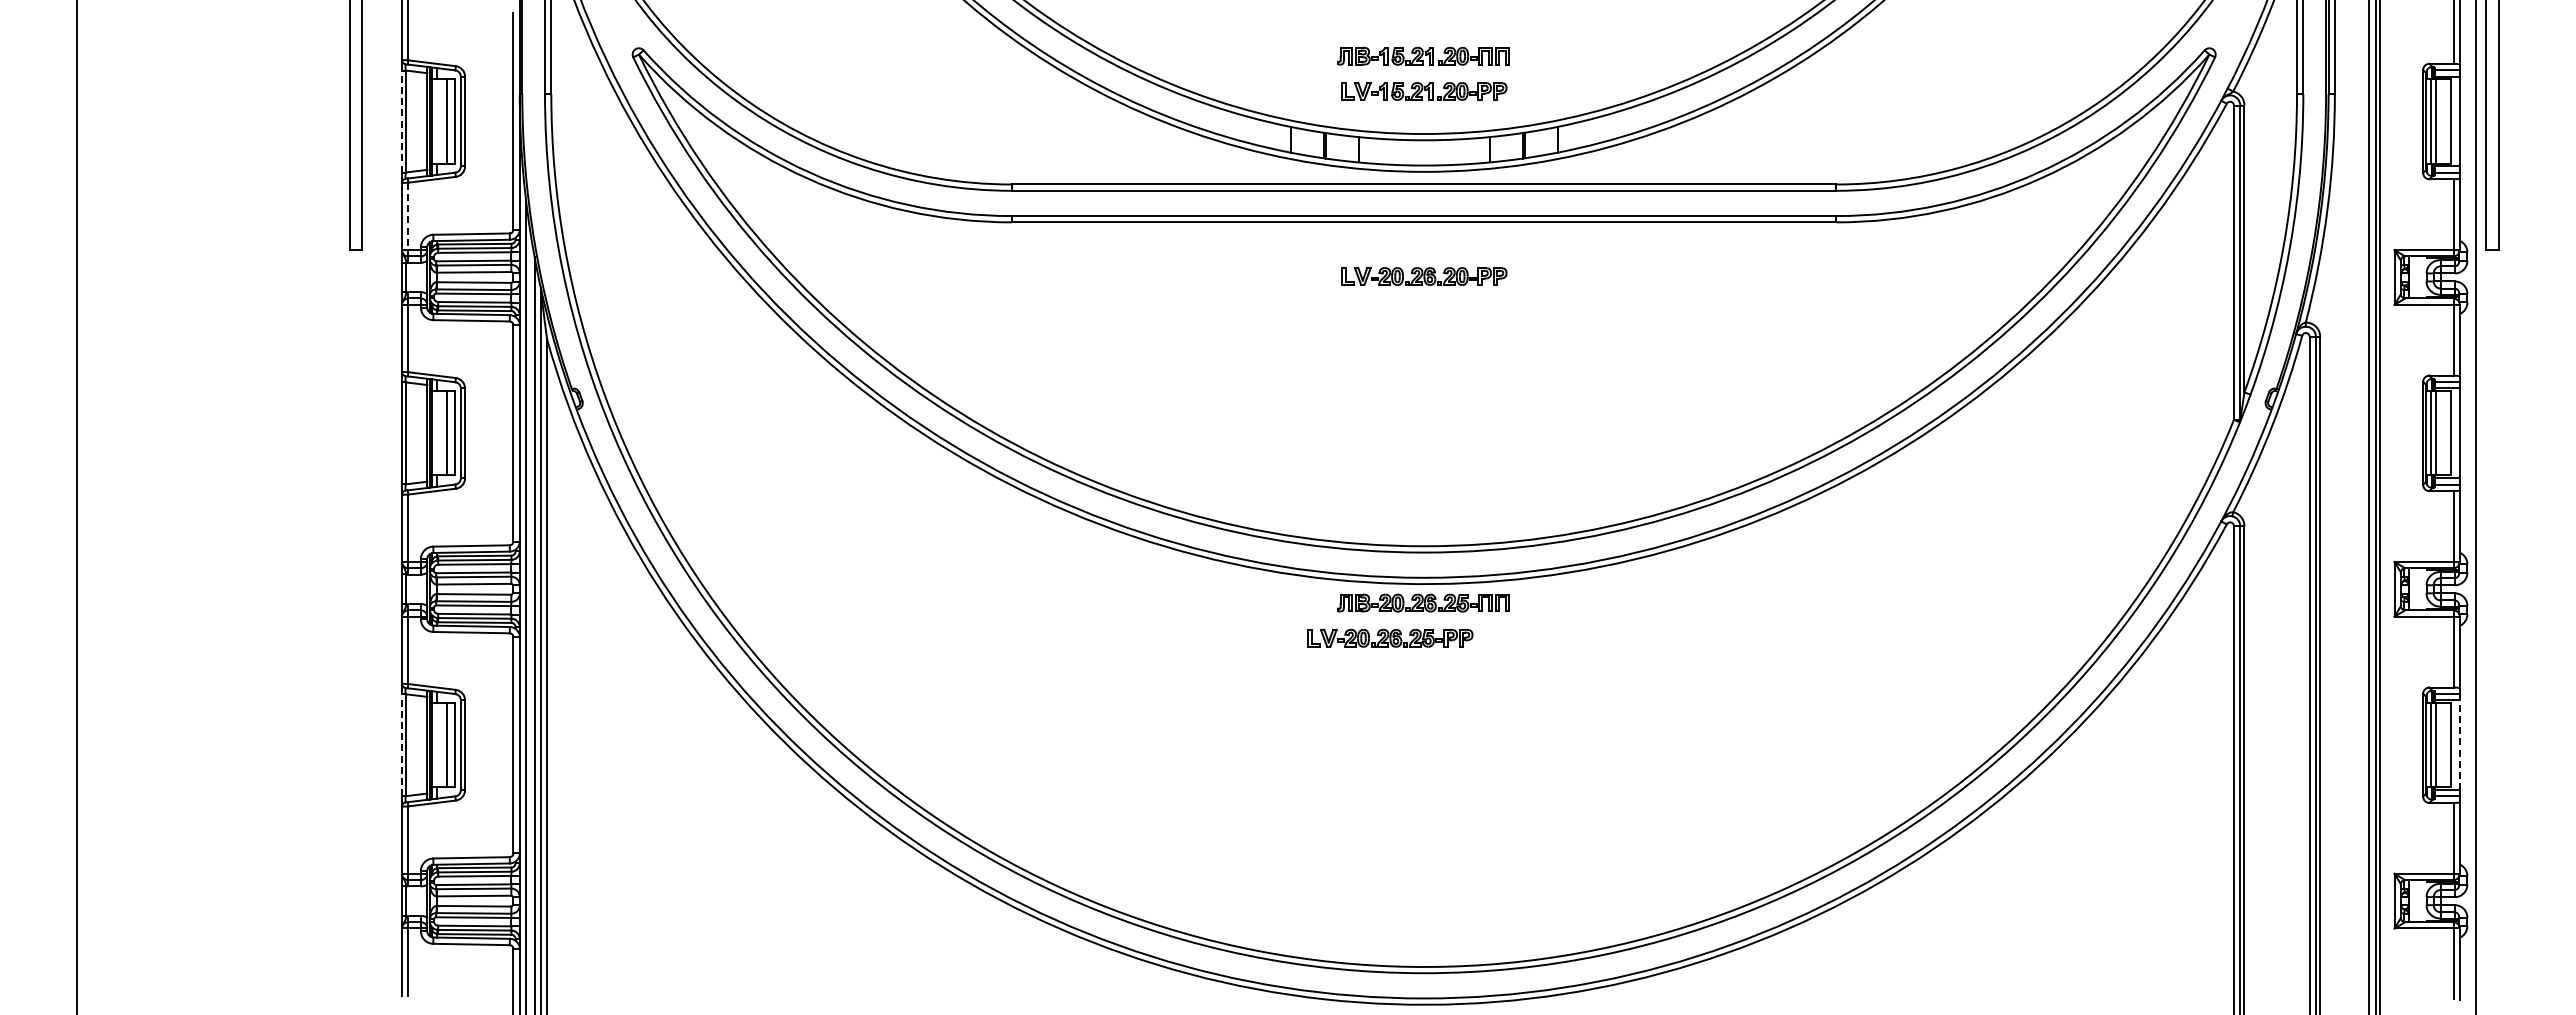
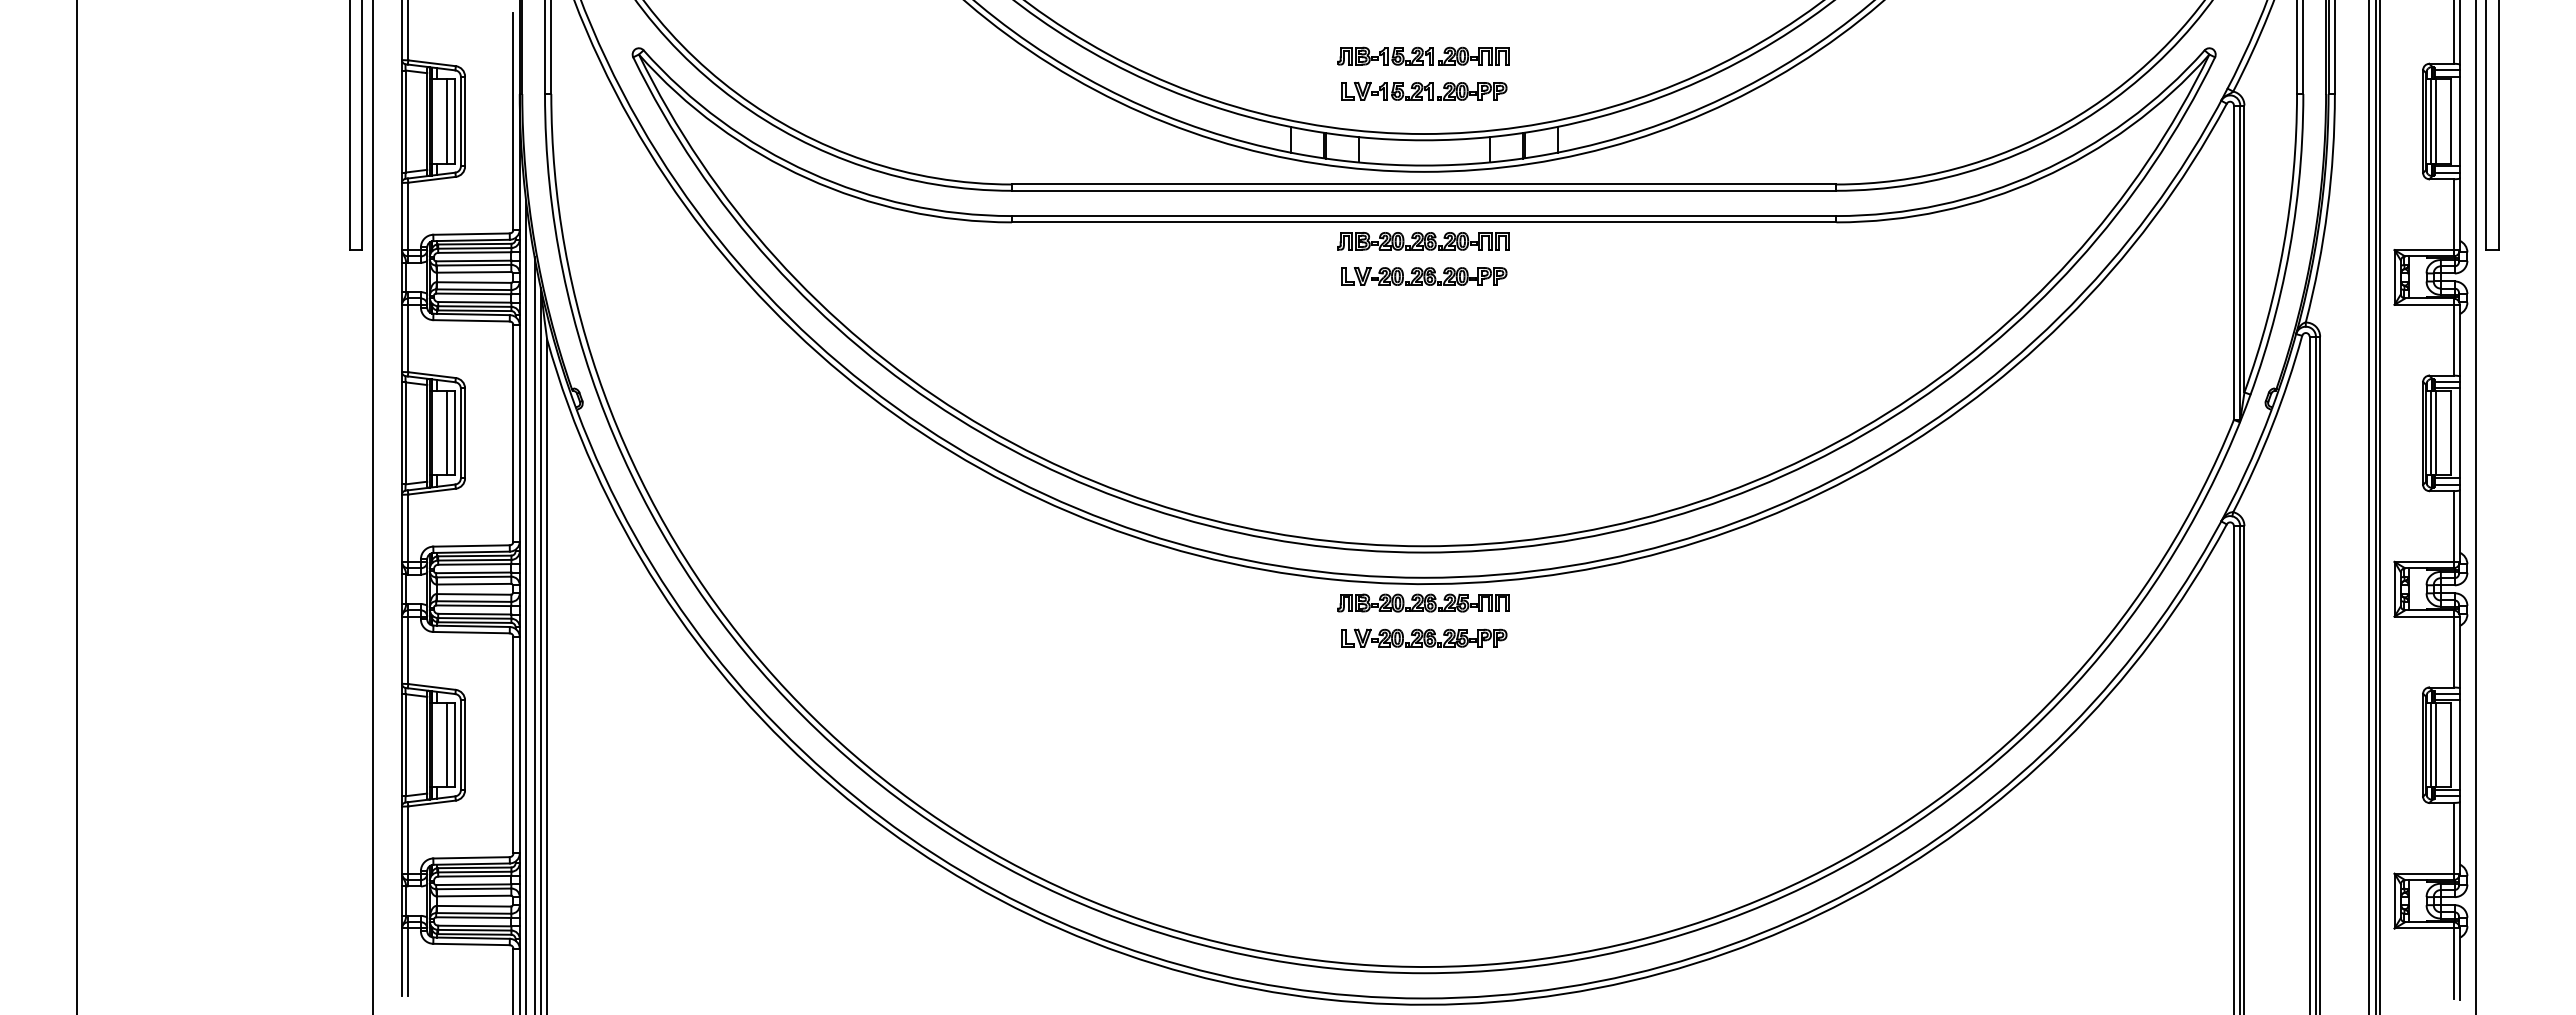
line at (401, 121): dashed -> solid
line at (408, 216): dashed -> solid
part at (1423, 241): none -> present
line at (372, 506): none -> present
part at (1390, 637) position: (1390, 637) -> (1424, 637)
line at (401, 745): dashed -> solid
line at (2459, 745): dashed -> solid
